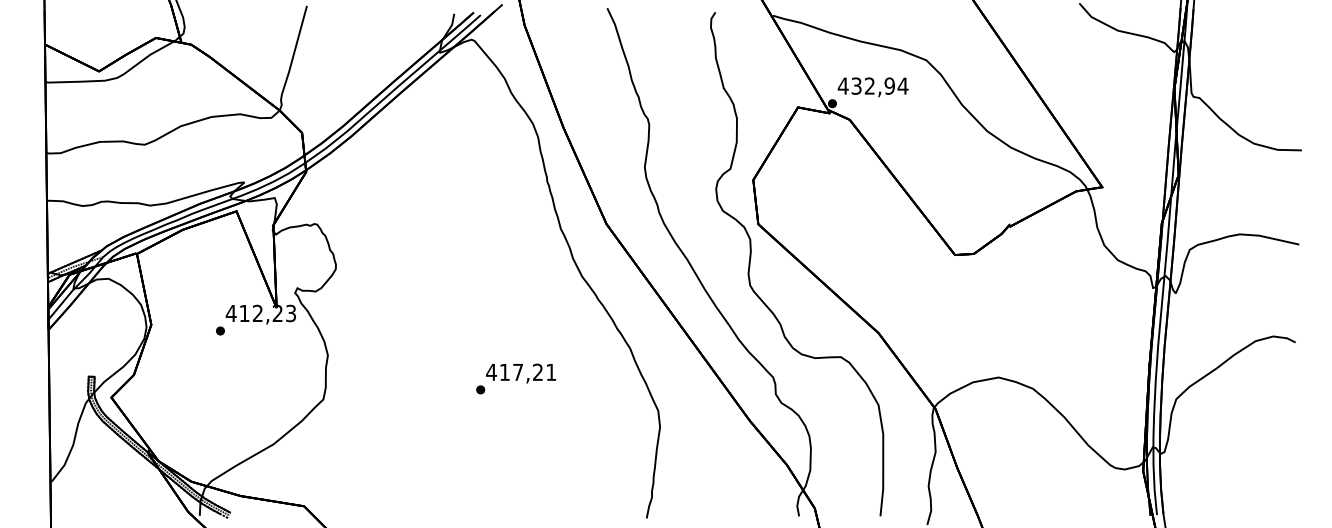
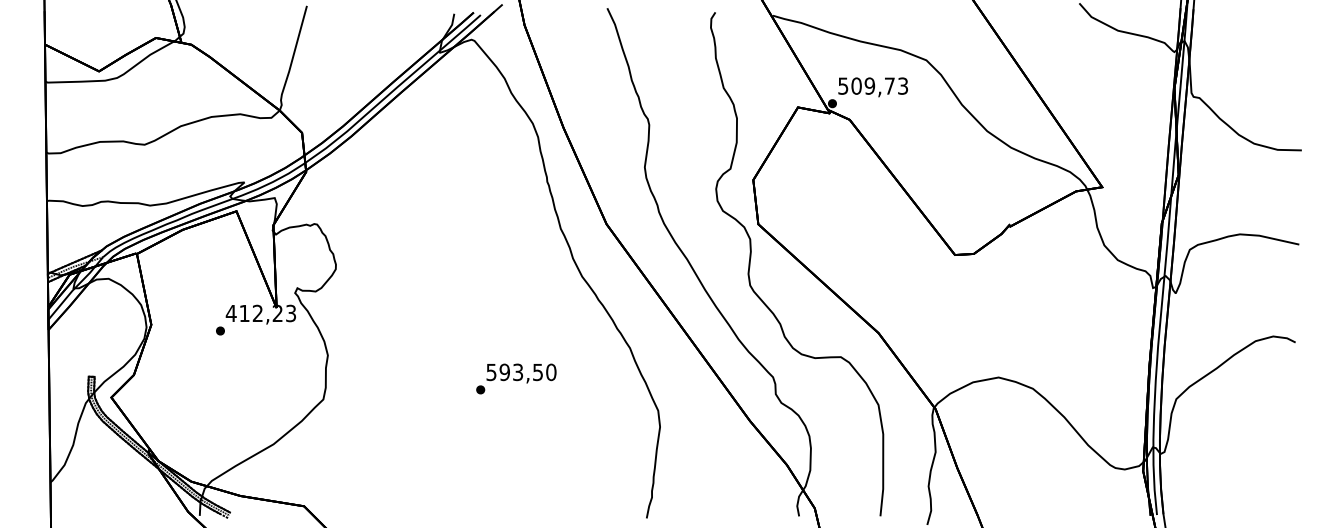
text at (872, 85): 432,94 -> 509,73
text at (521, 372): 417,21 -> 593,50
